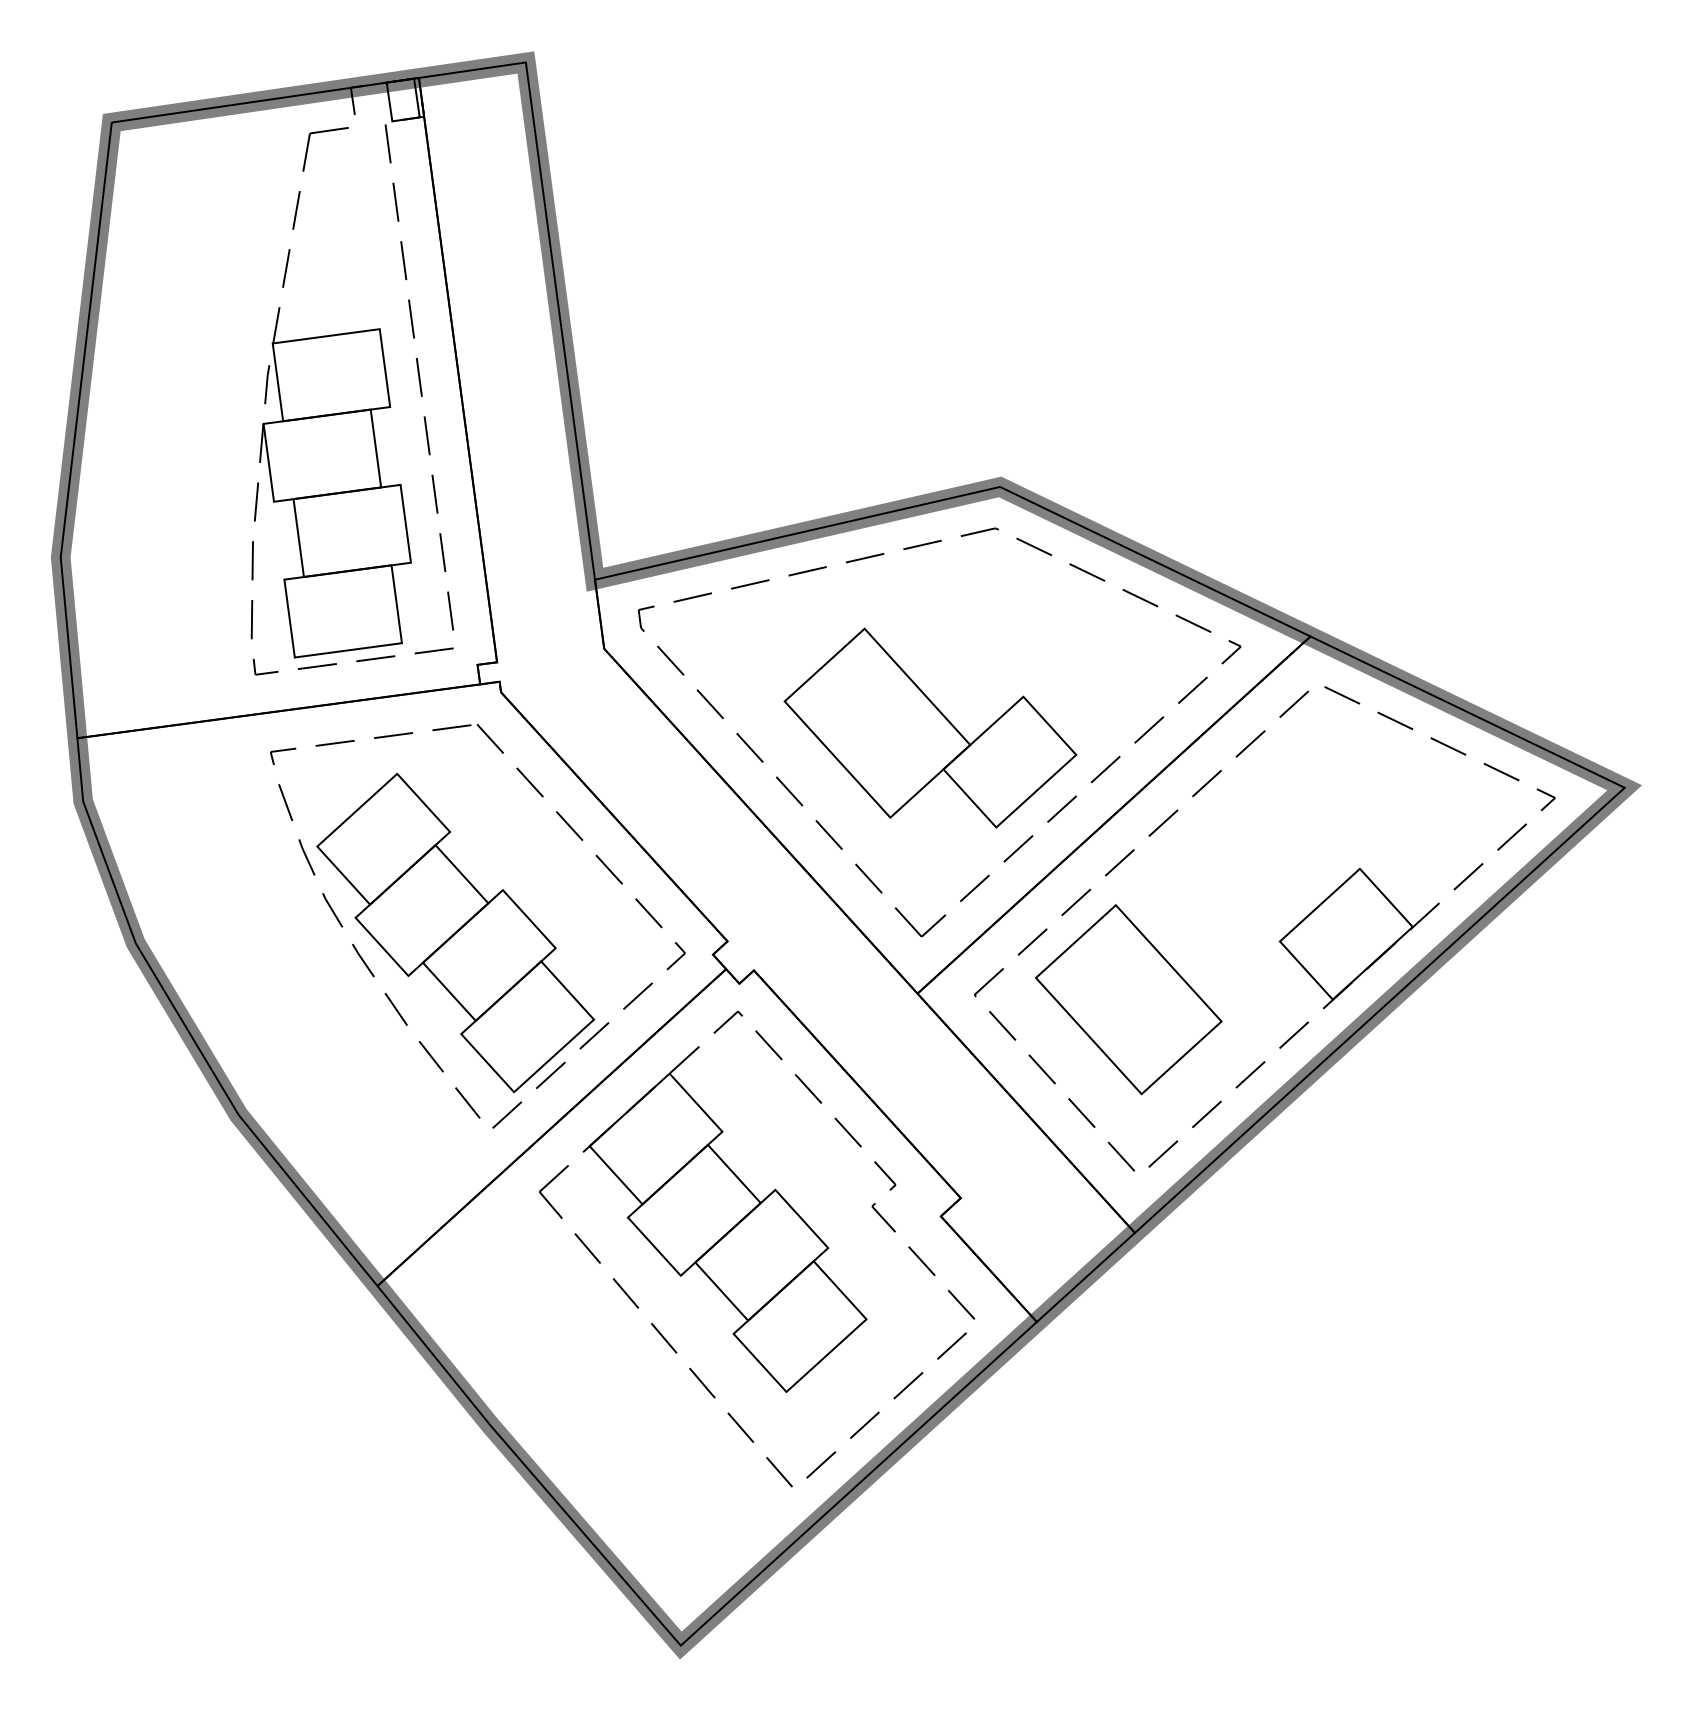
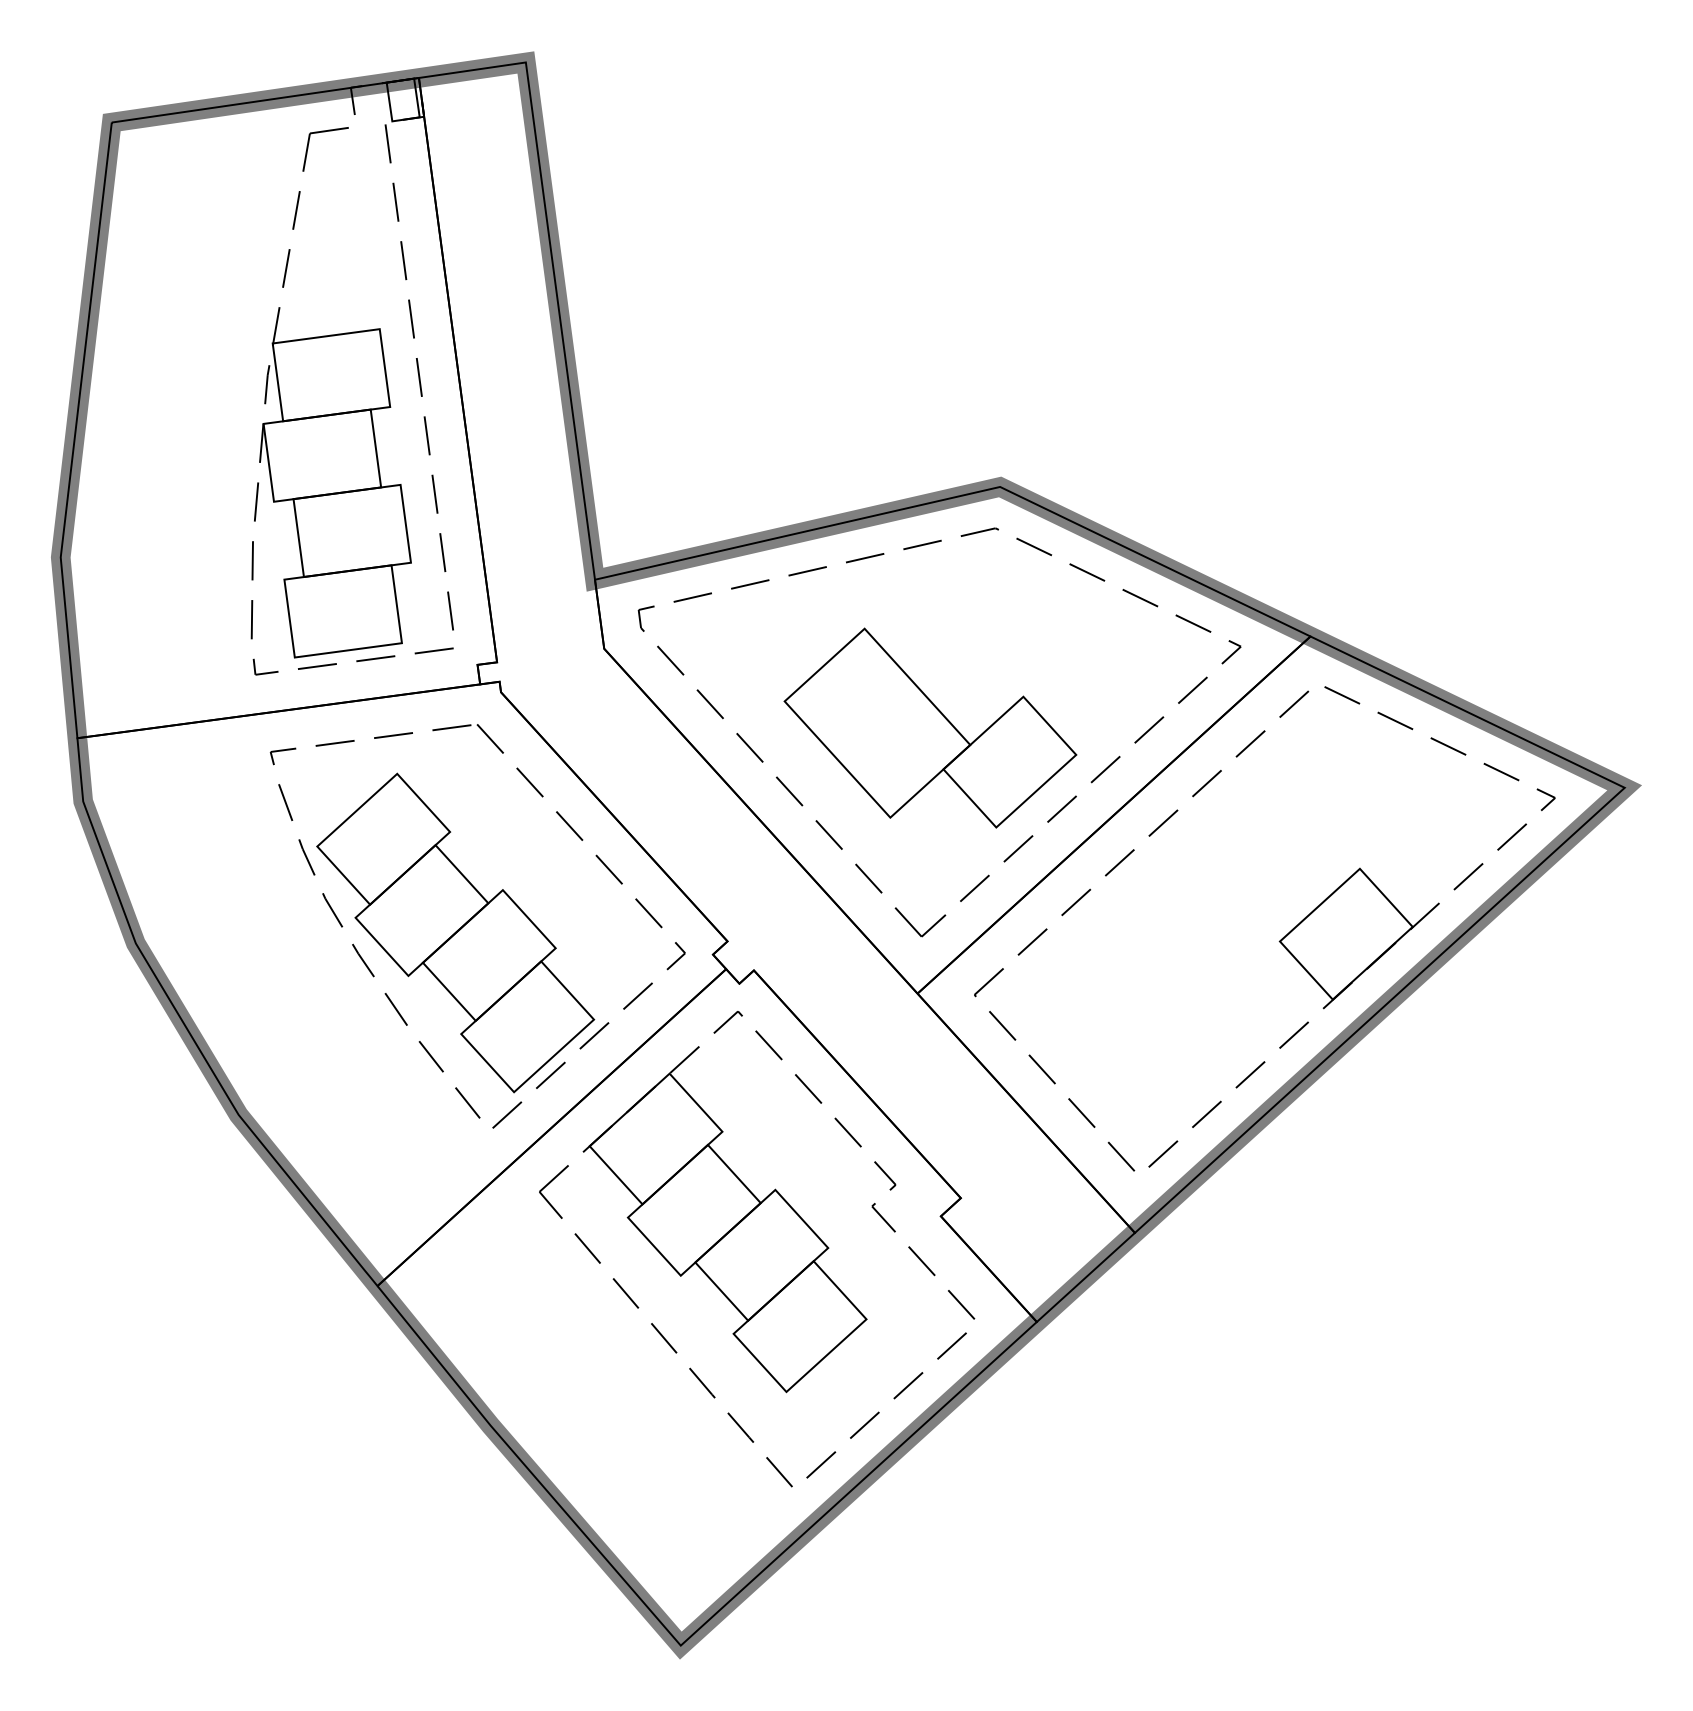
part at (1128, 999): present -> none
